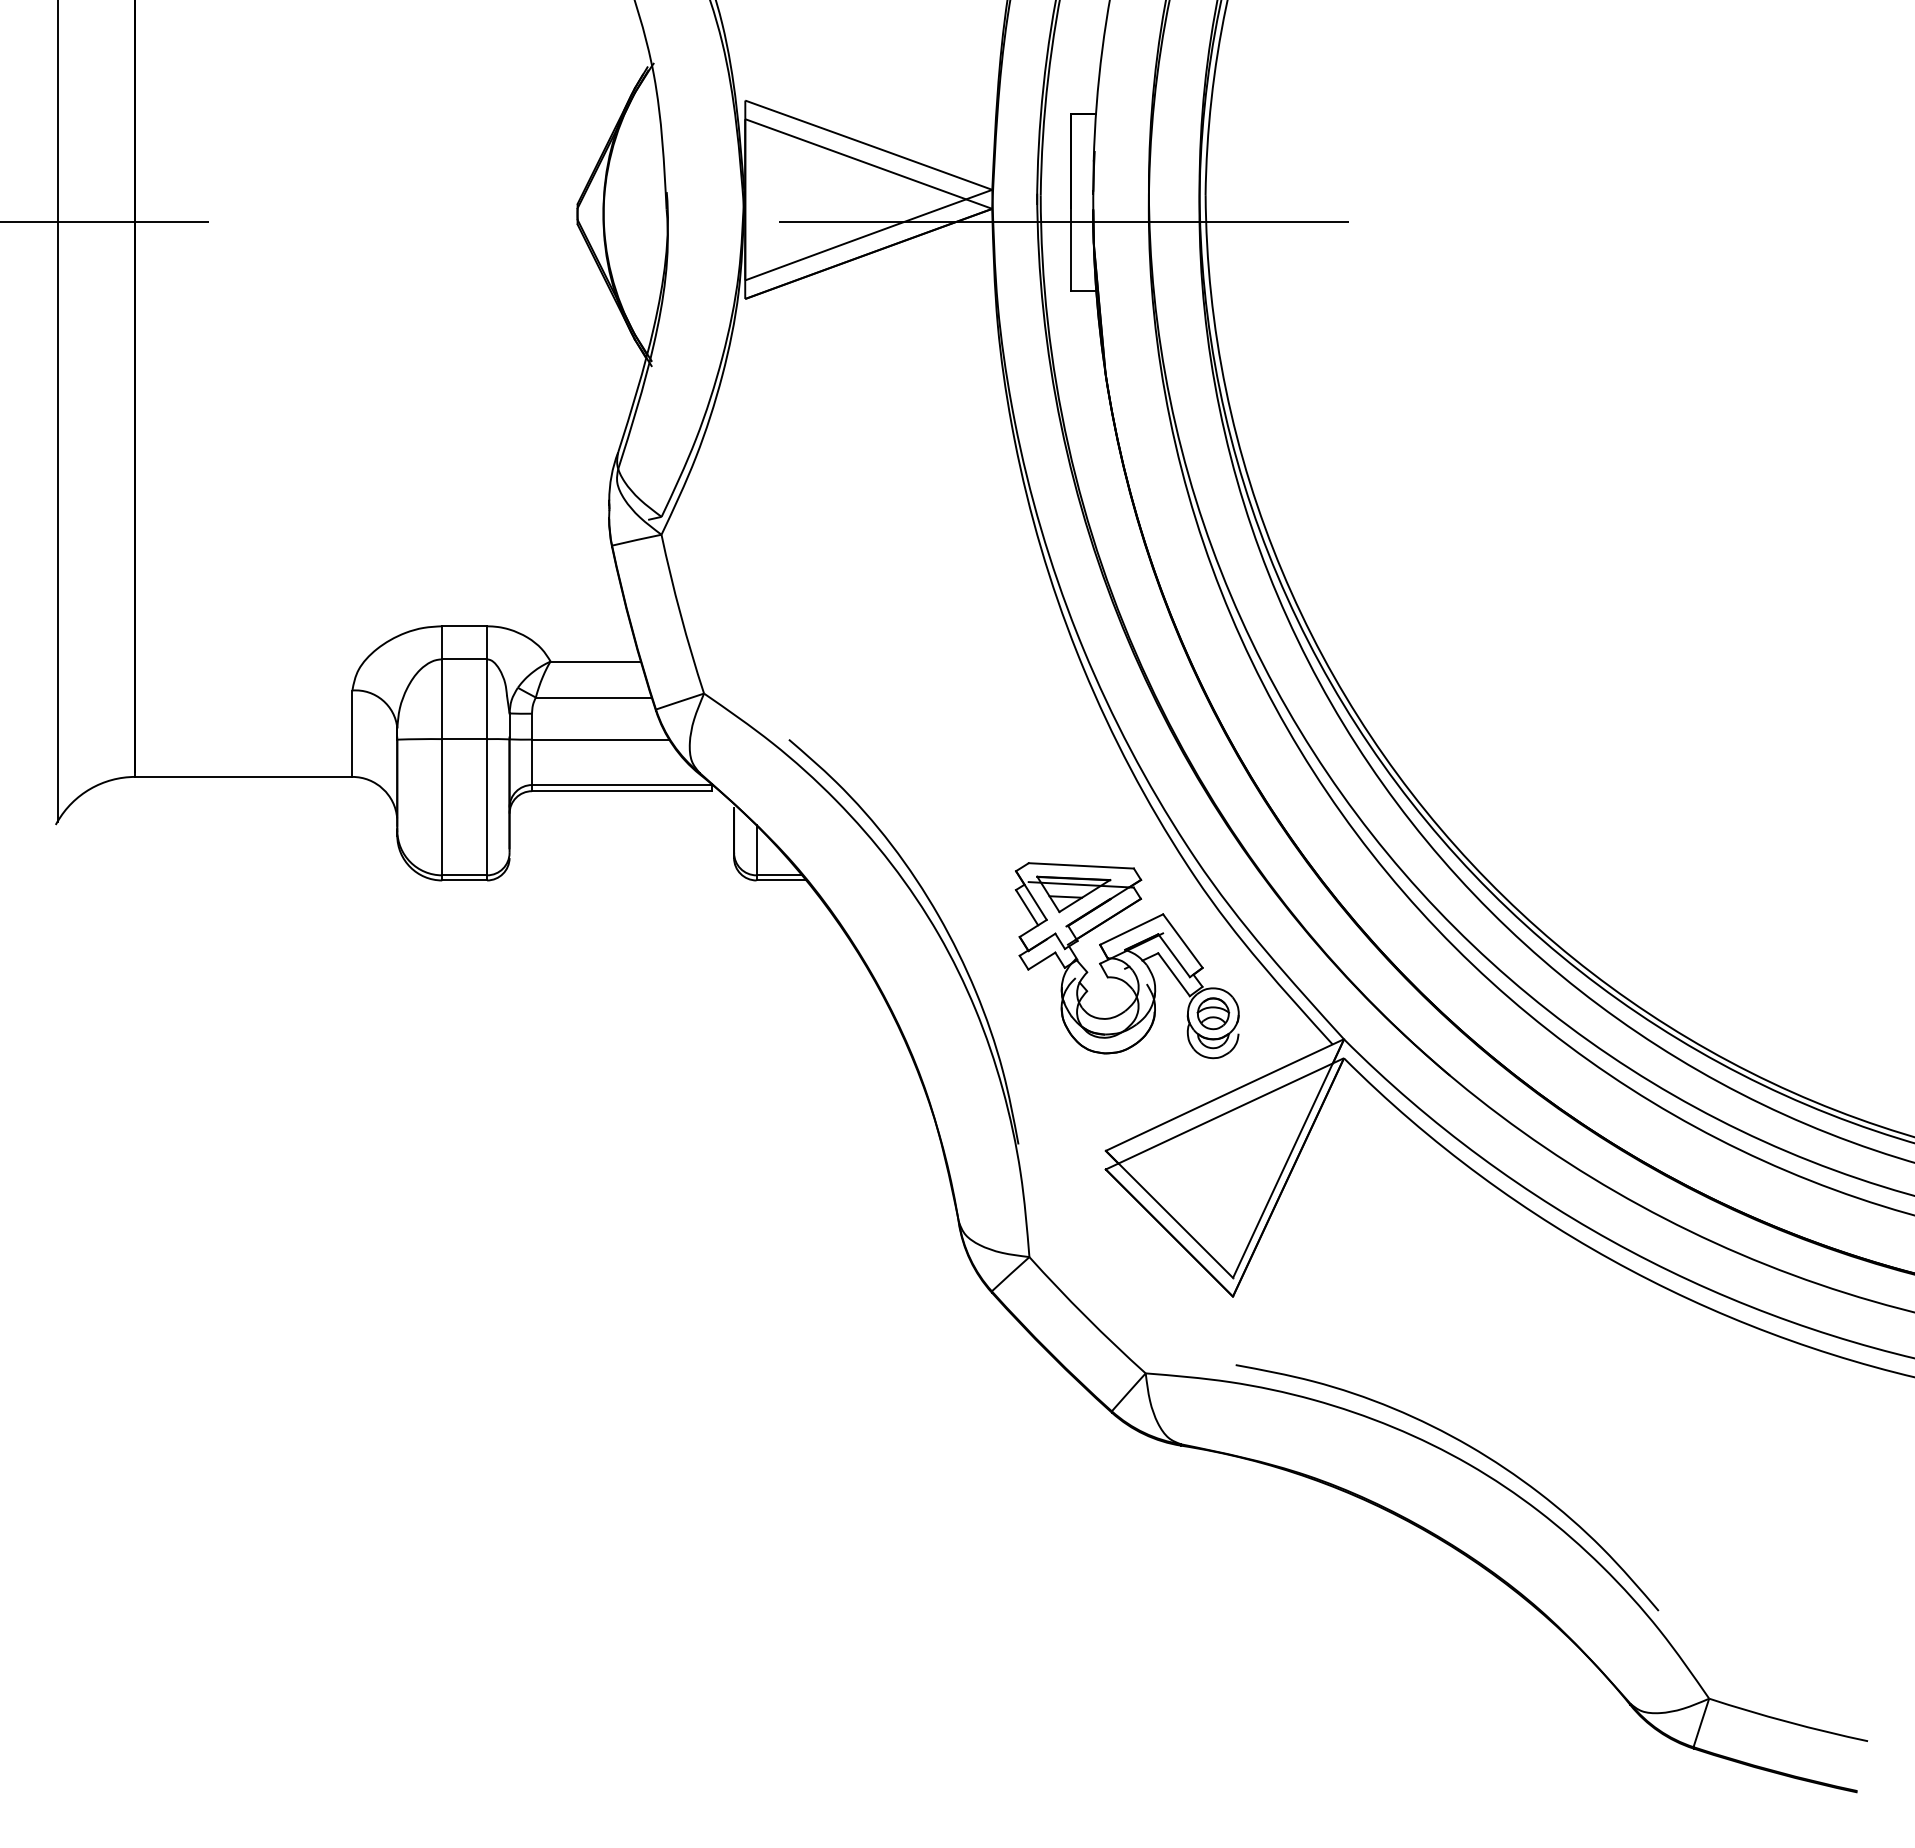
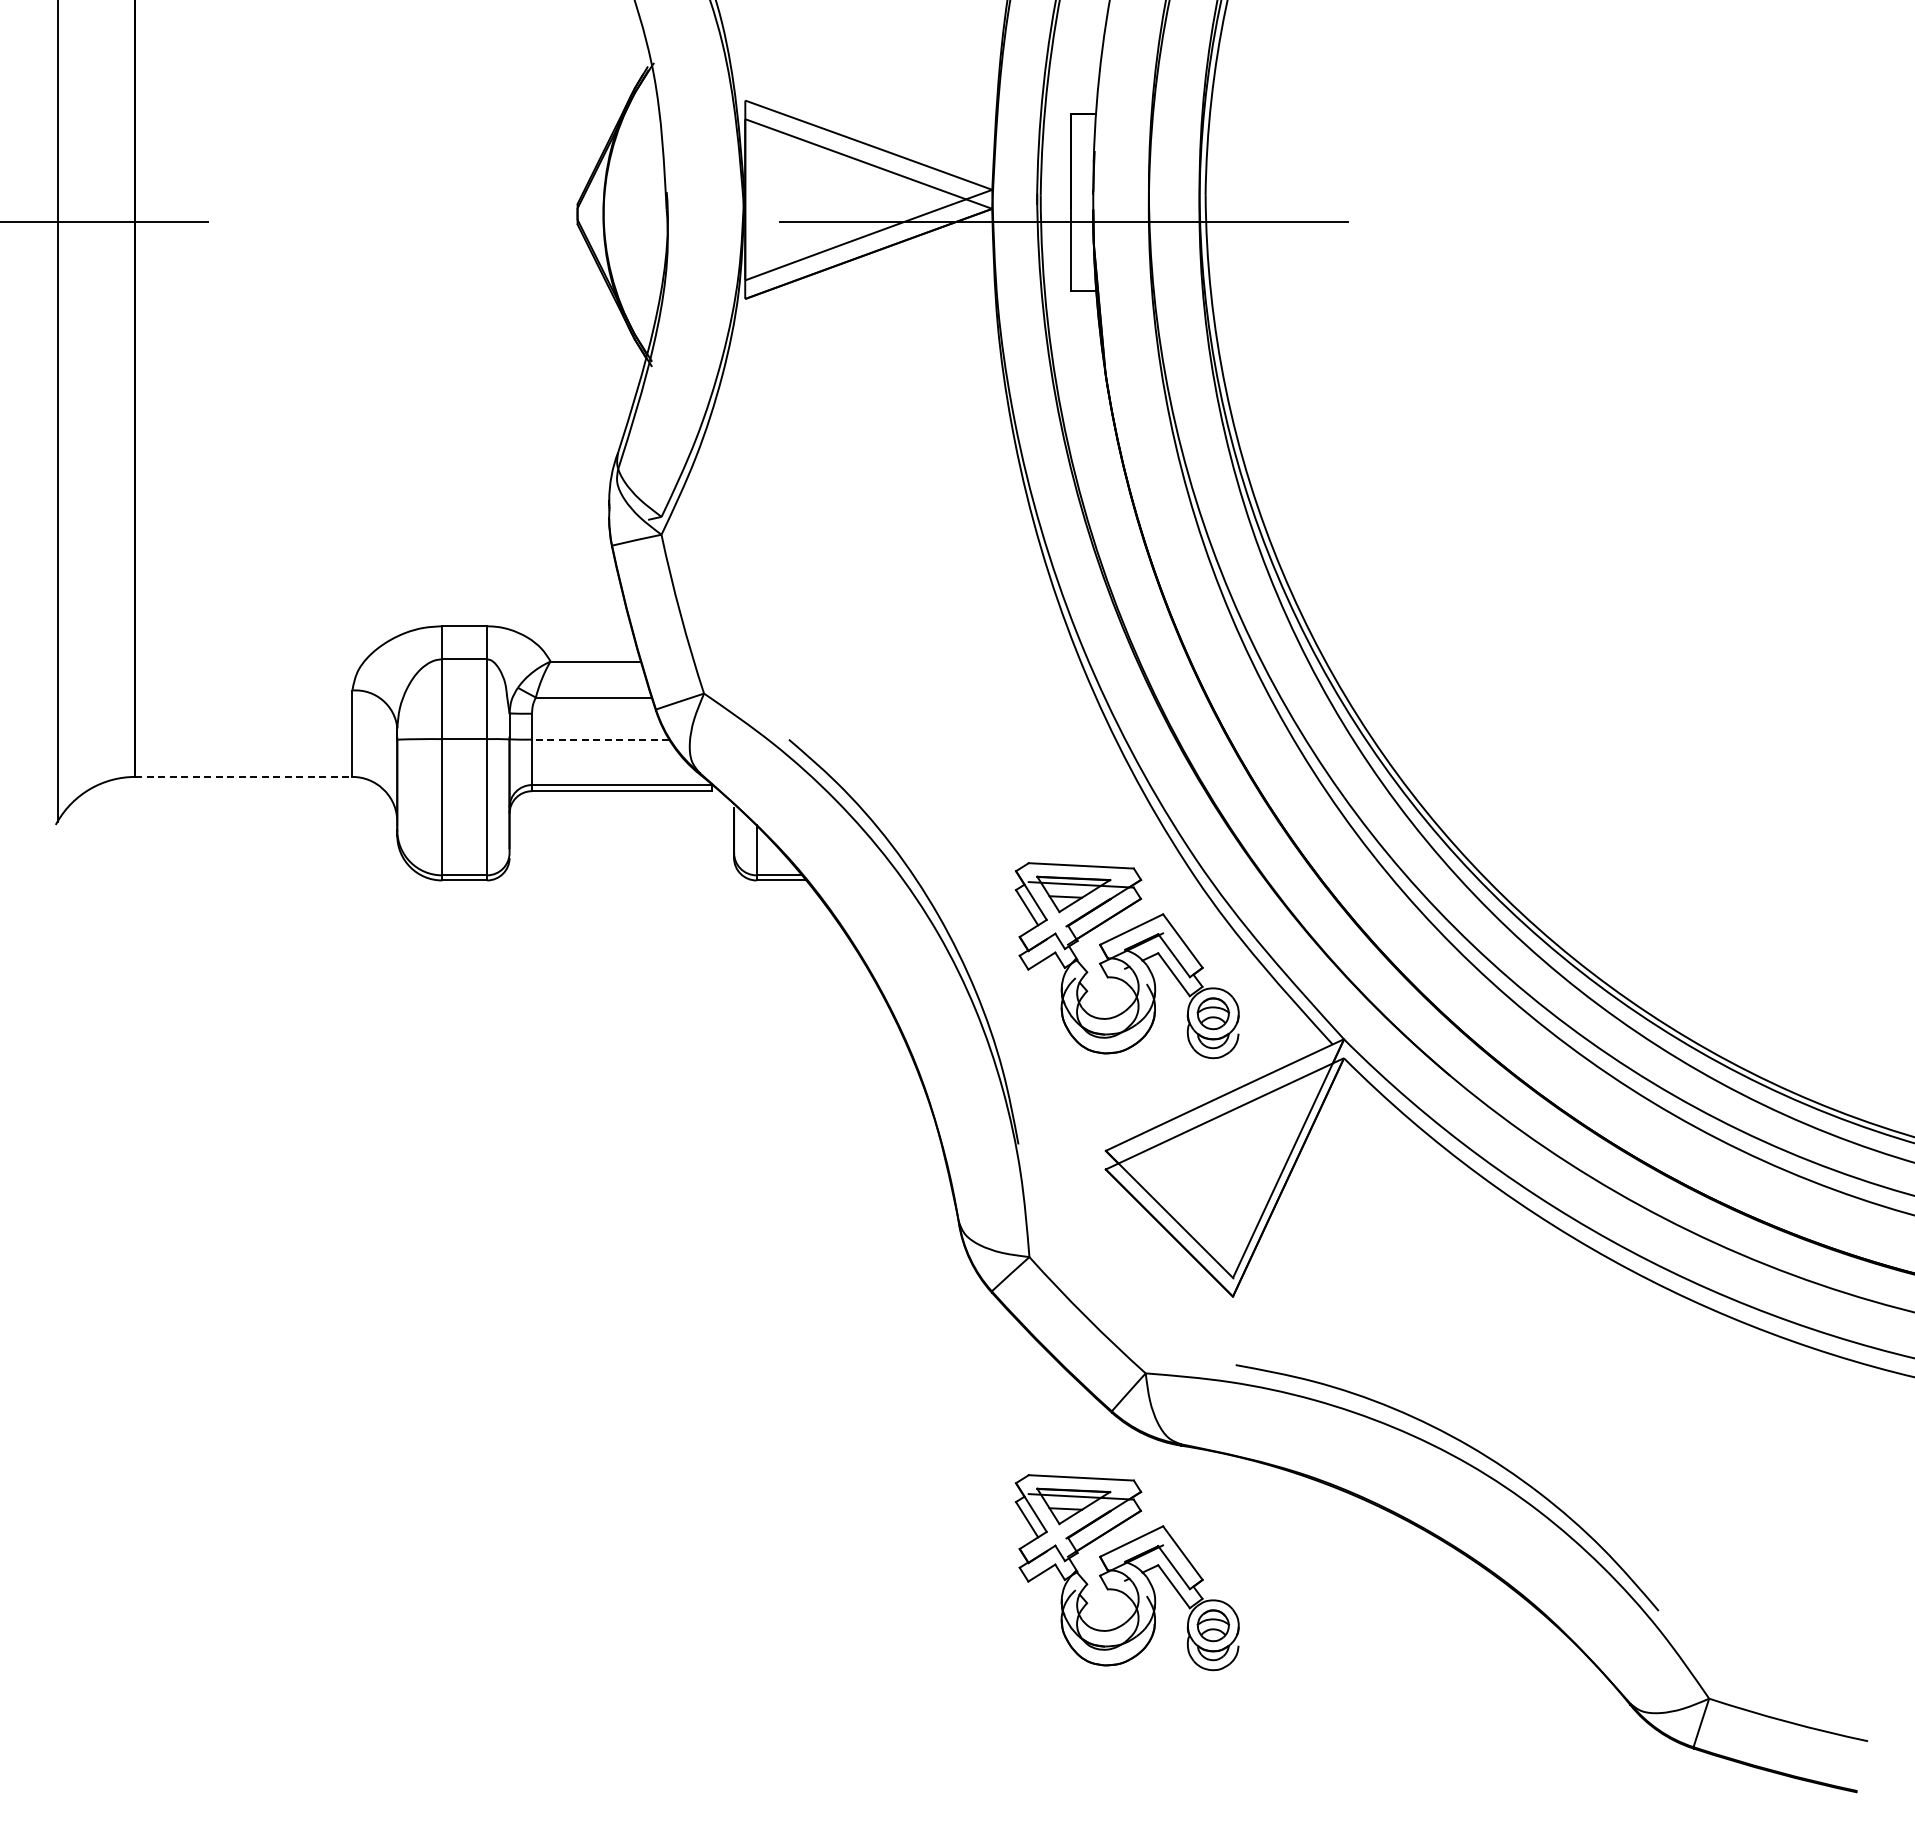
line at (600, 739): solid -> dashed
line at (243, 776): solid -> dashed
part at (1126, 1572): none -> present
